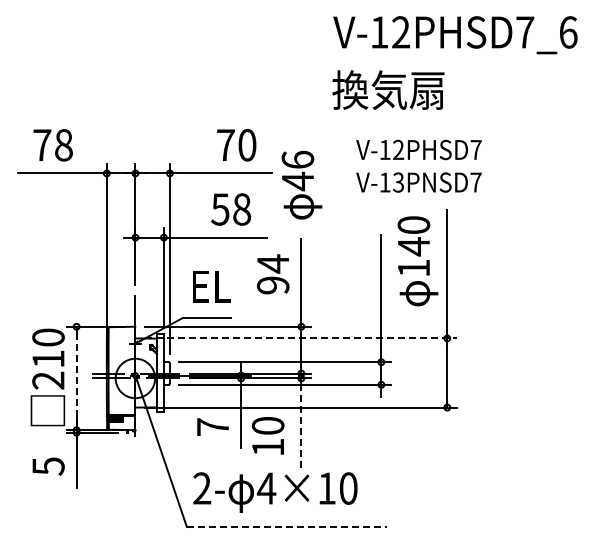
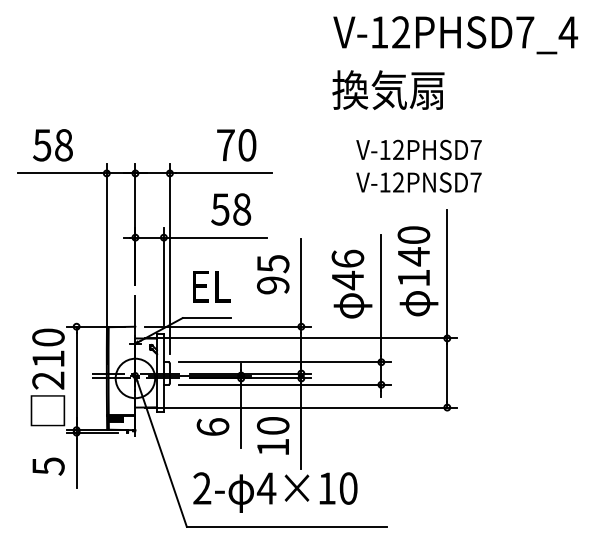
text at (568, 32): V-12PHSD7_6 -> V-12PHSD7_4
text at (42, 145): 78 -> 58
text at (398, 182): V-13PNSD7 -> V-12PNSD7
text at (301, 184) position: (301, 184) -> (351, 283)
text at (417, 261) position: (417, 261) -> (417, 271)
text at (273, 263): 94 -> 95
line at (301, 338): dashed -> solid
line at (76, 378): dashed -> solid
text at (212, 426): 7 -> 6
line at (301, 427): dashed -> solid
text at (268, 435) position: (268, 435) -> (273, 435)
line at (286, 526): dashed -> solid
